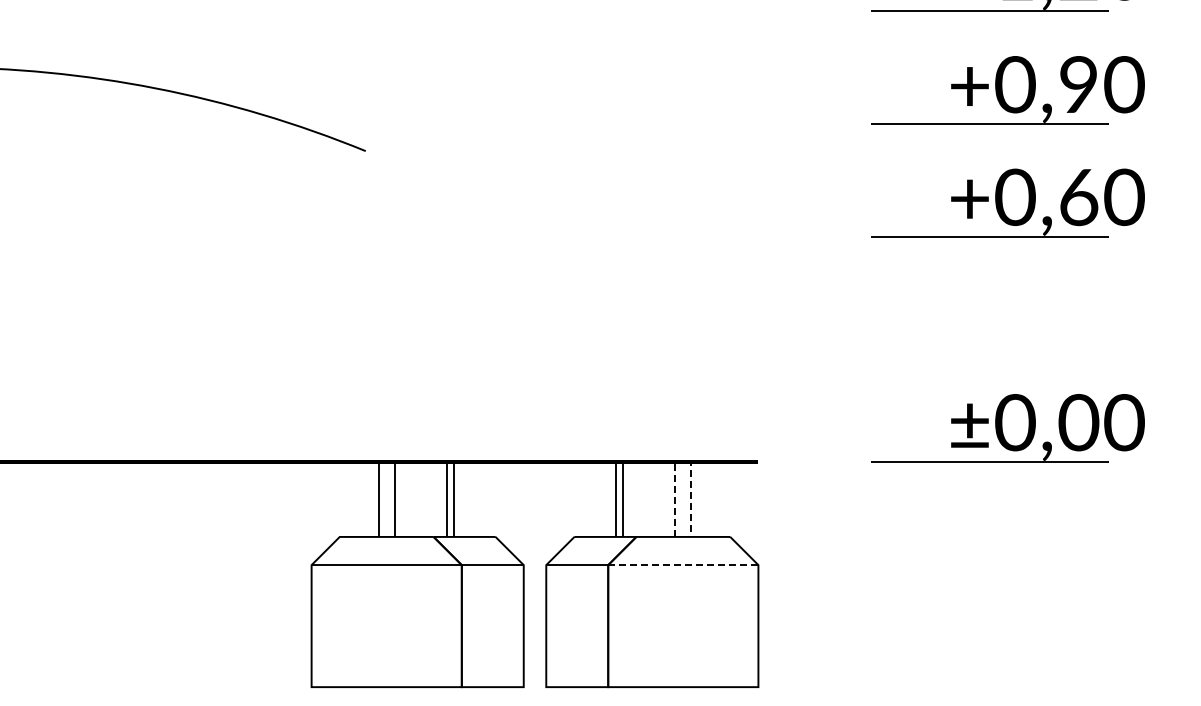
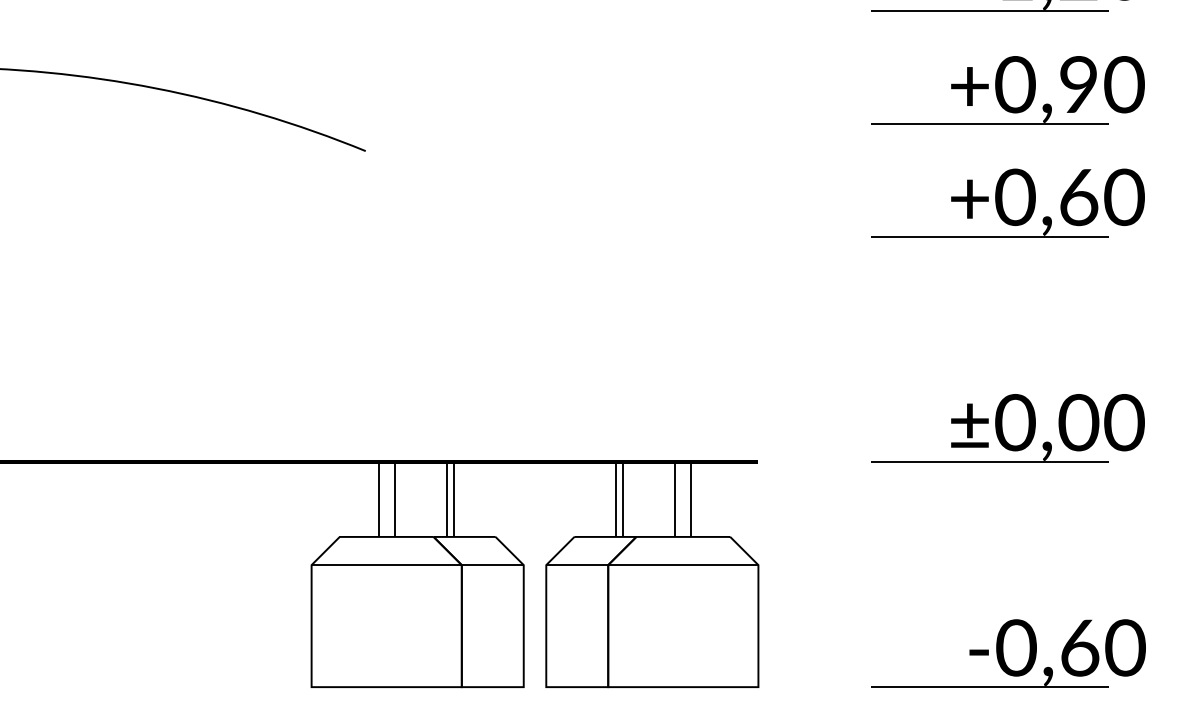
line at (683, 461): dashed -> solid
line at (682, 565): dashed -> solid
part at (1008, 653): none -> present
